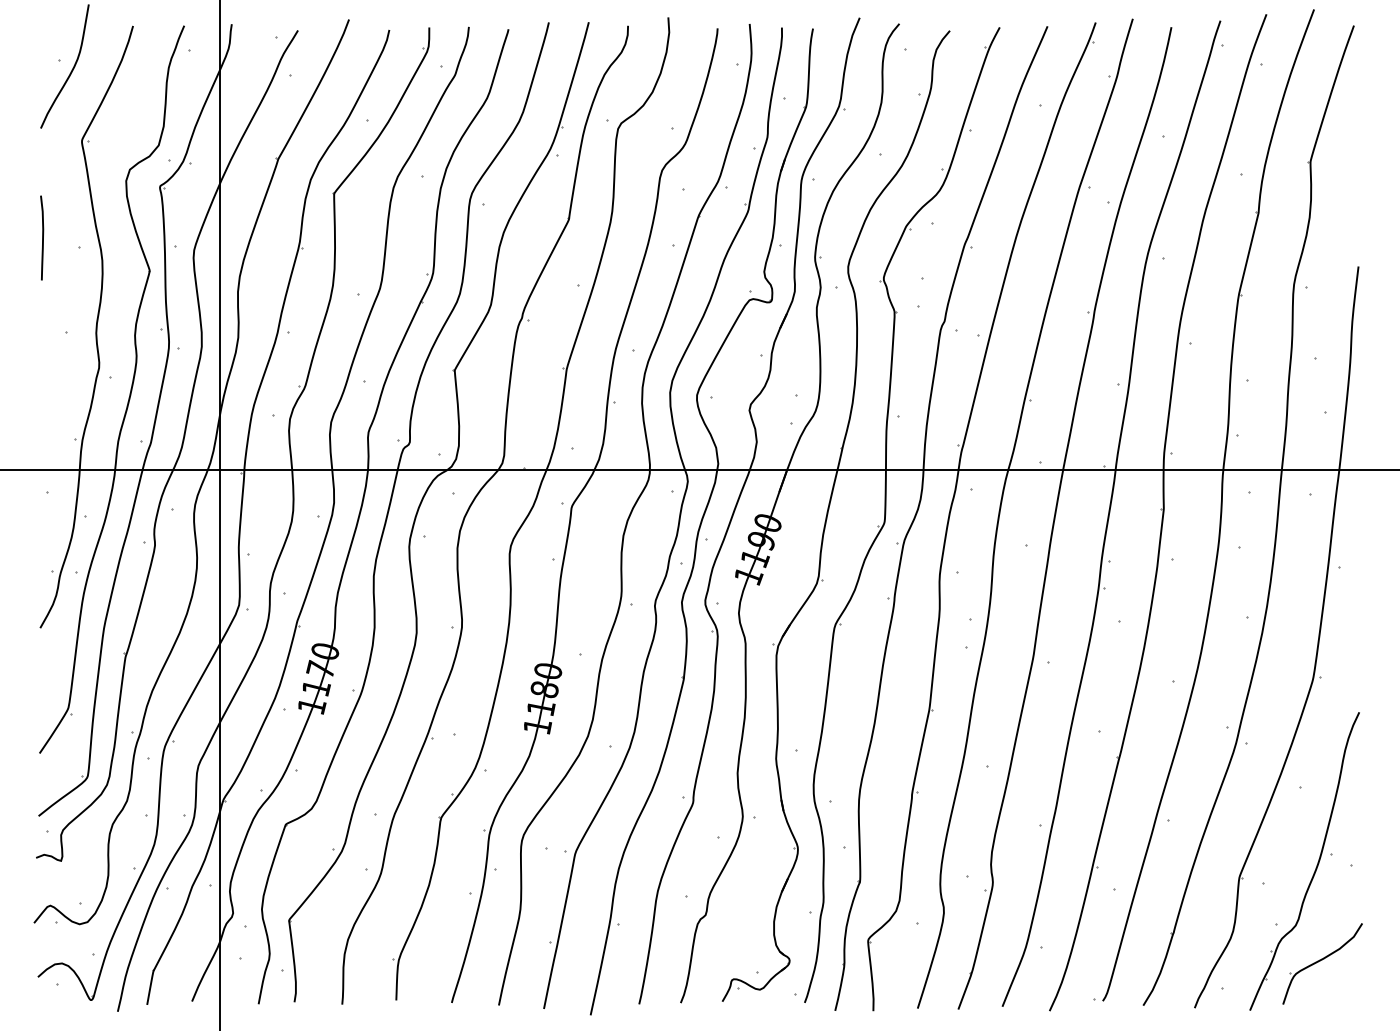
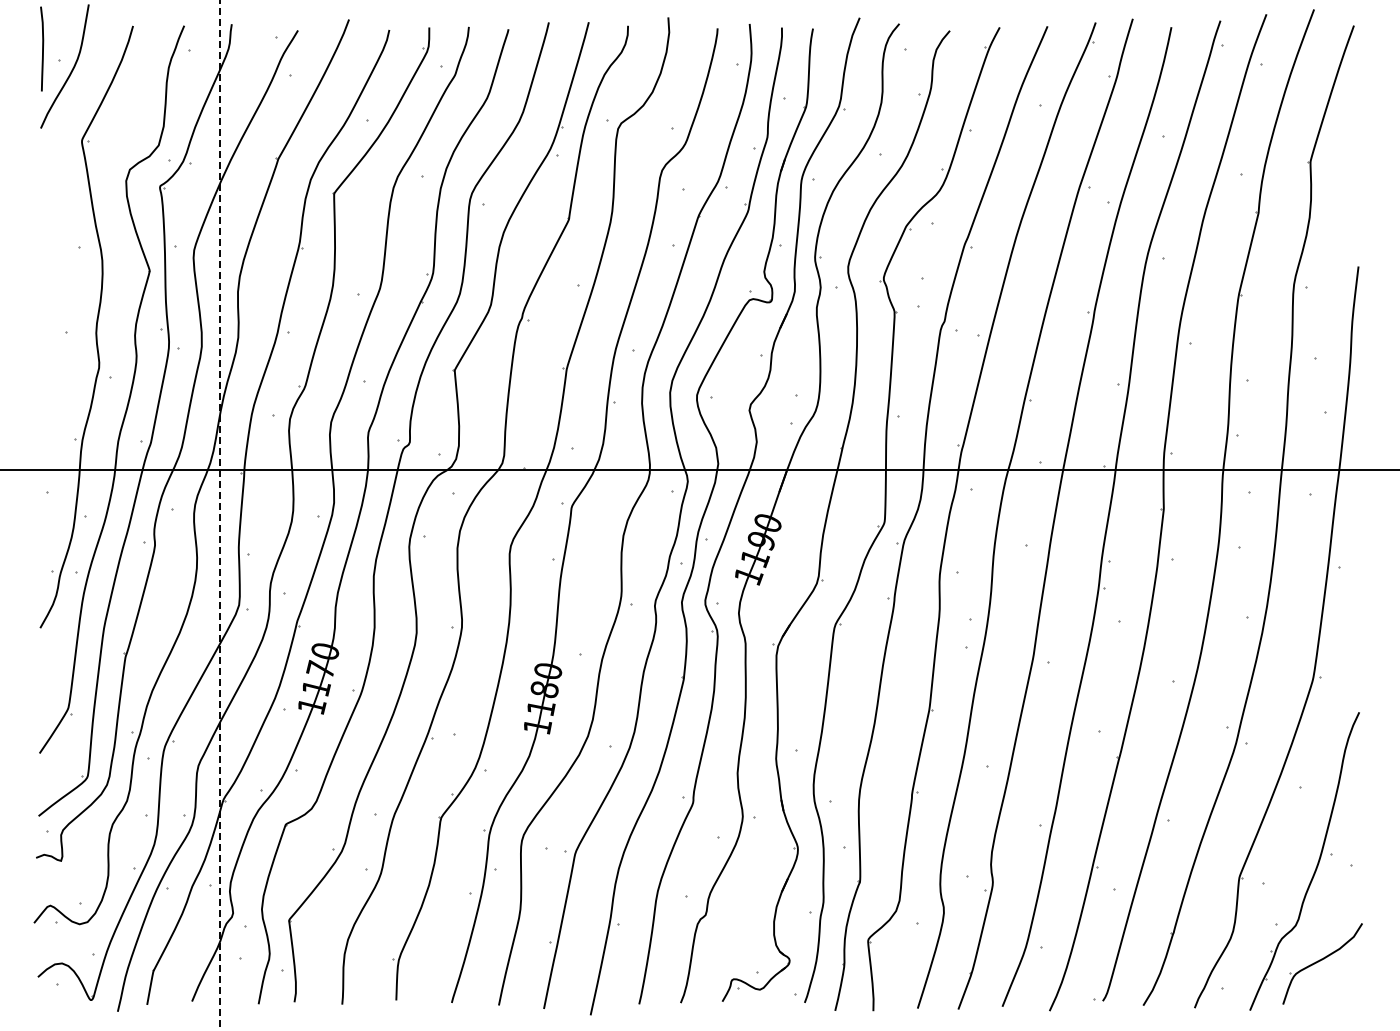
curve at (42, 237) position: (42, 237) -> (42, 48)
line at (219, 515): solid -> dashed
